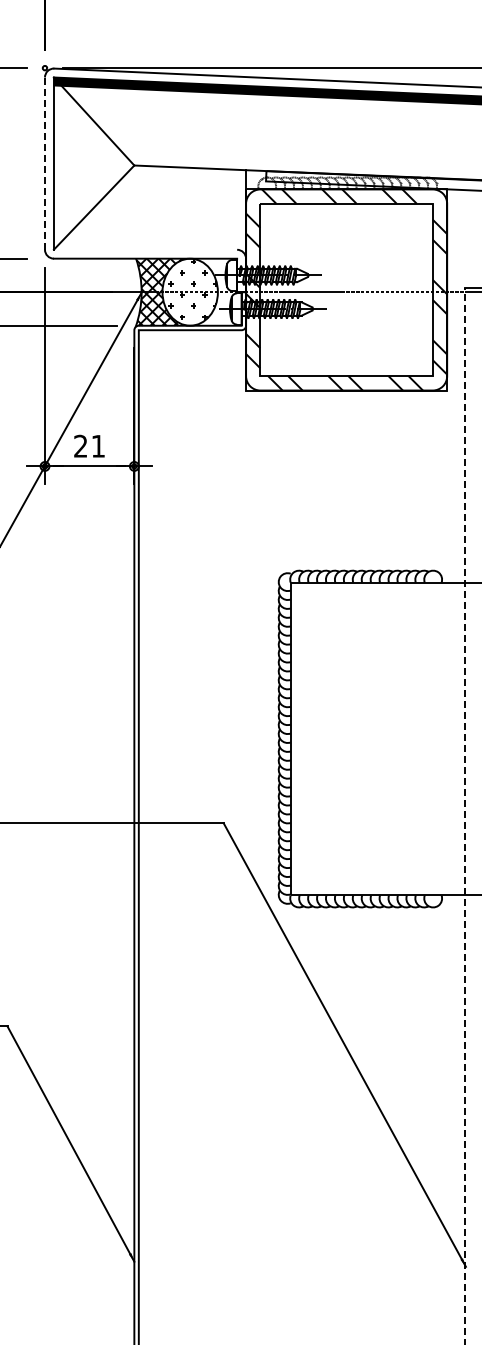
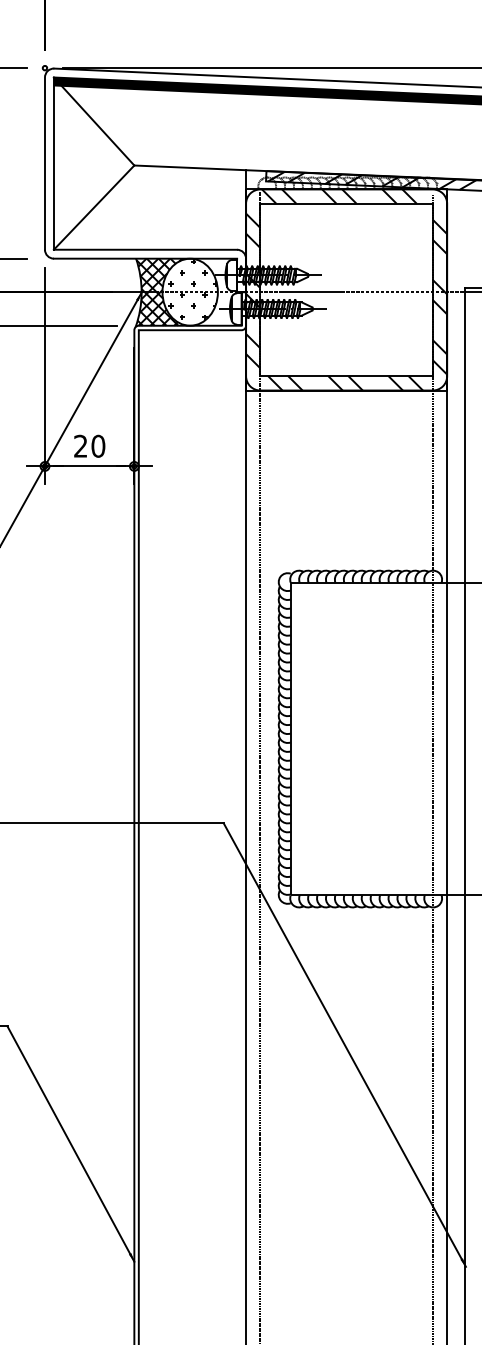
line at (44, 164): dashed -> solid
hatch at (372, 180): none -> present
line at (145, 249): none -> present
text at (98, 445): 21 -> 20
line at (246, 766): none -> present
line at (260, 766): none -> present
line at (432, 767): none -> present
line at (447, 767): none -> present
line at (465, 815): dashed -> solid
